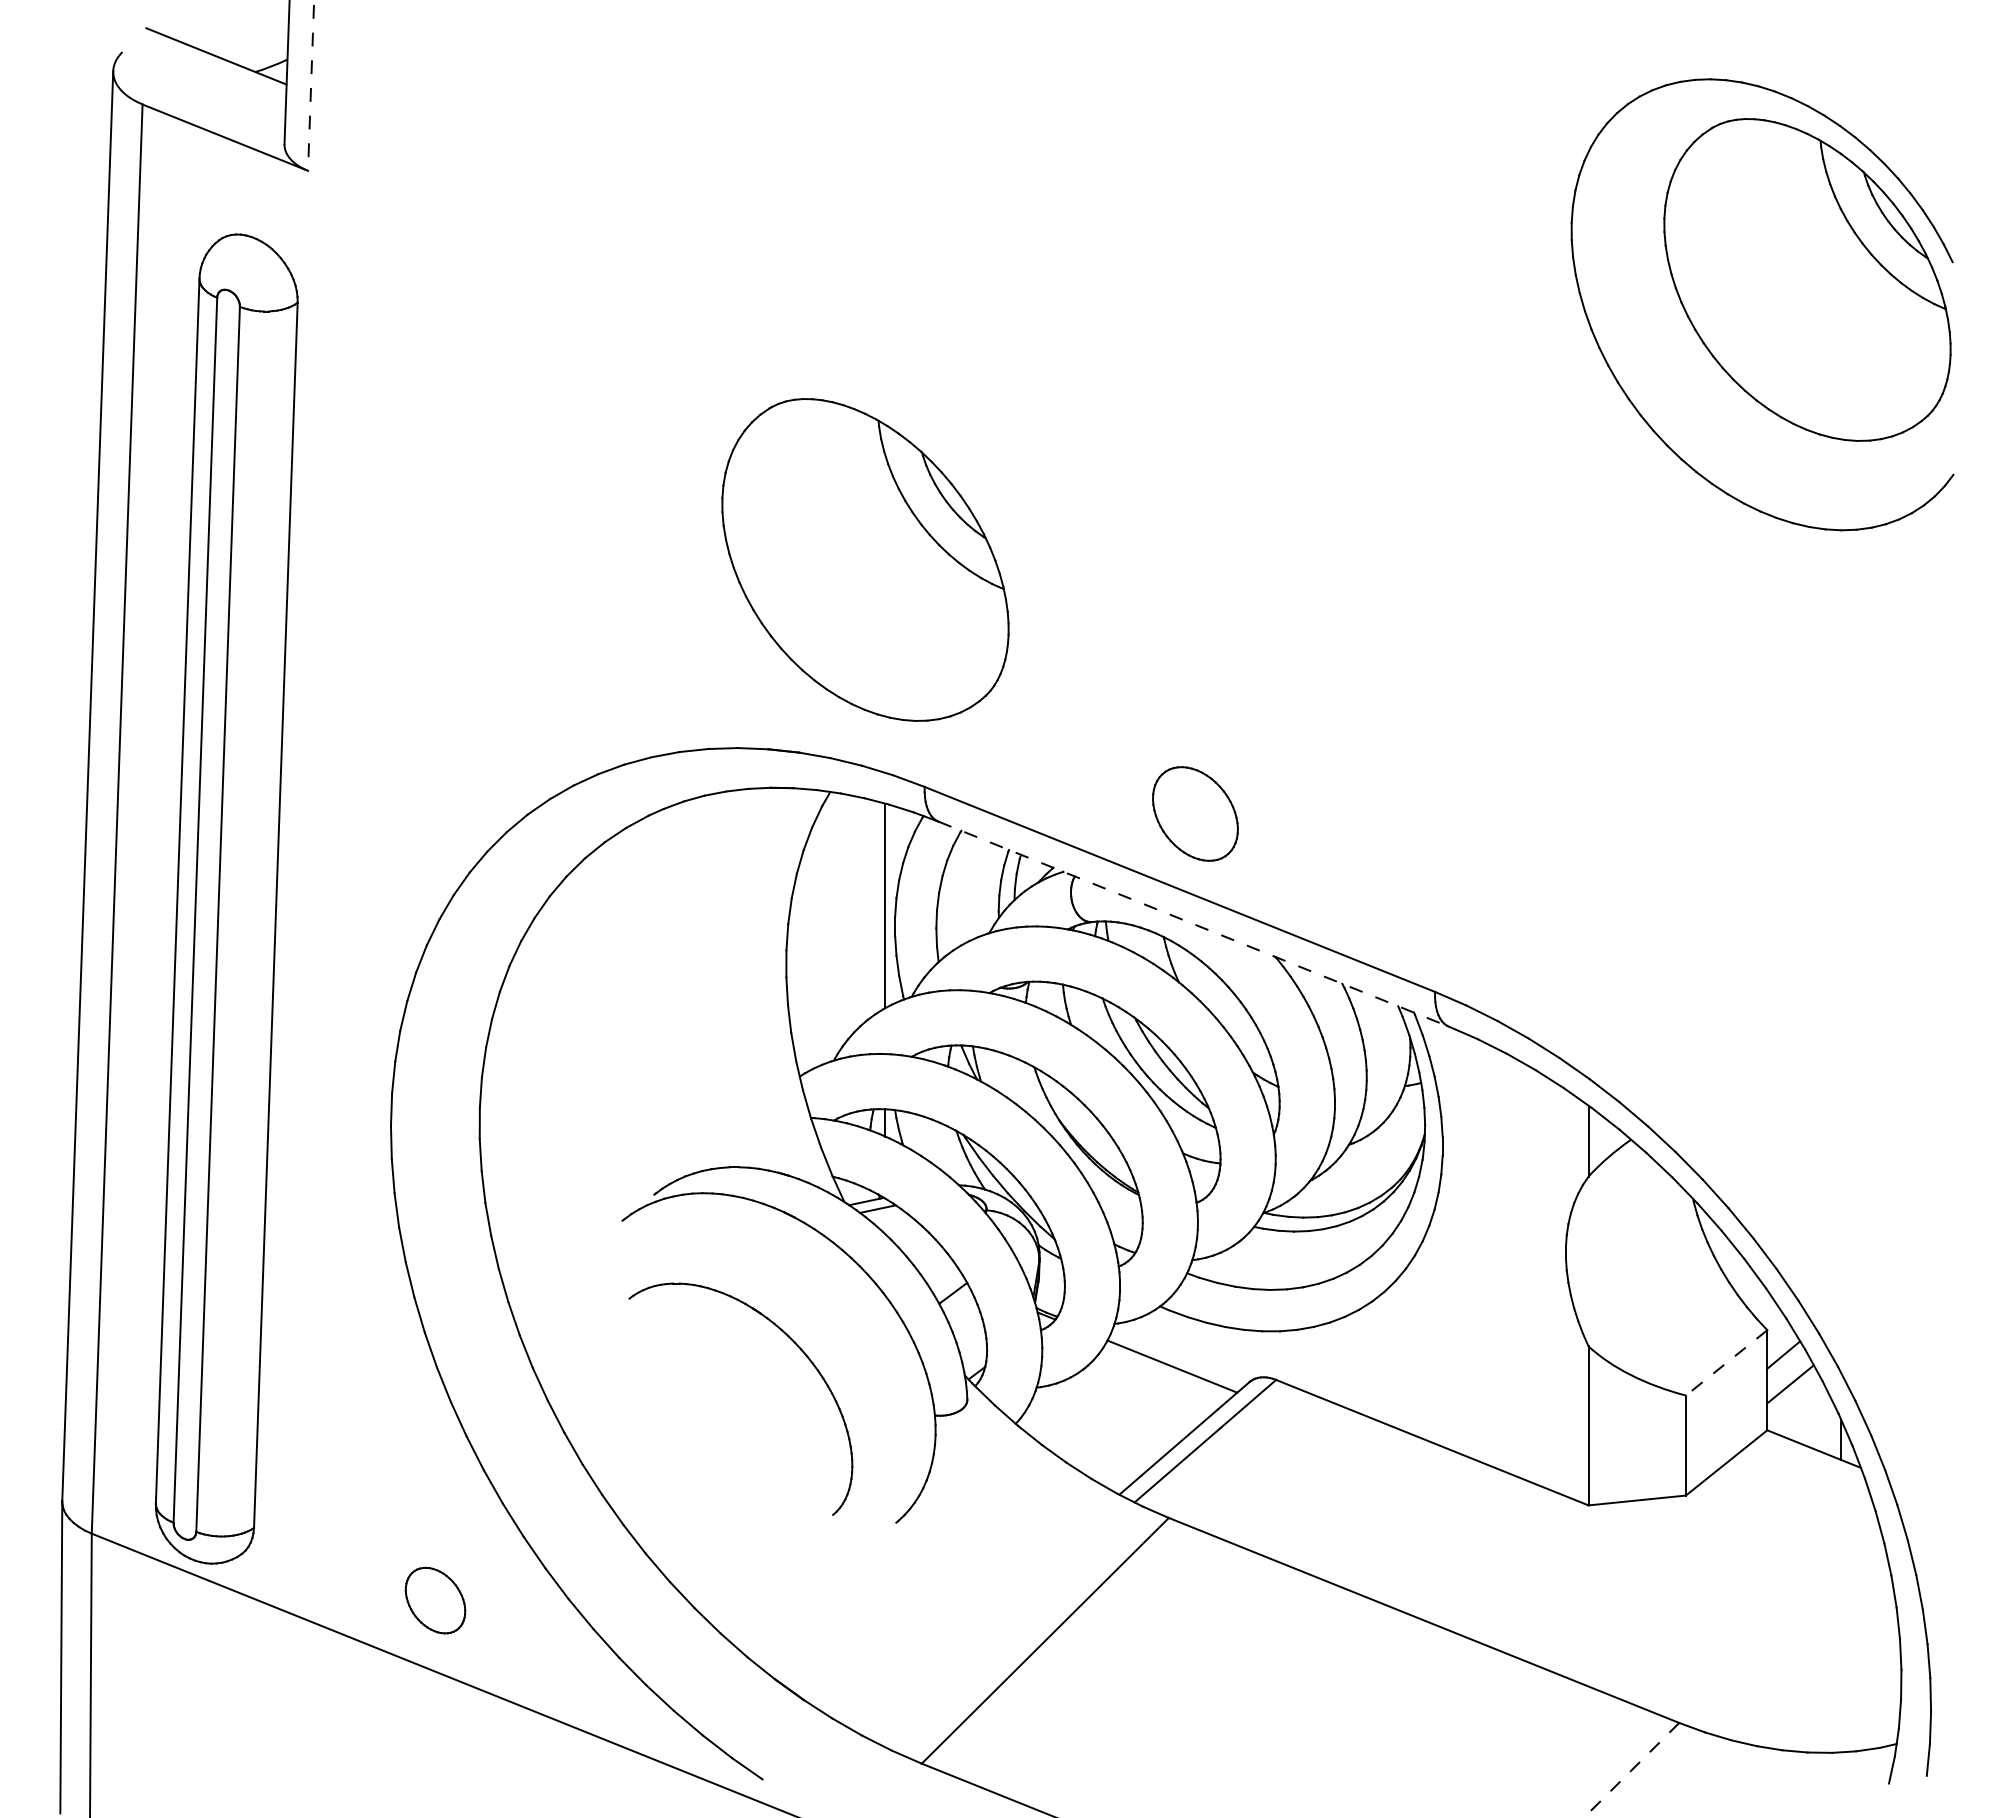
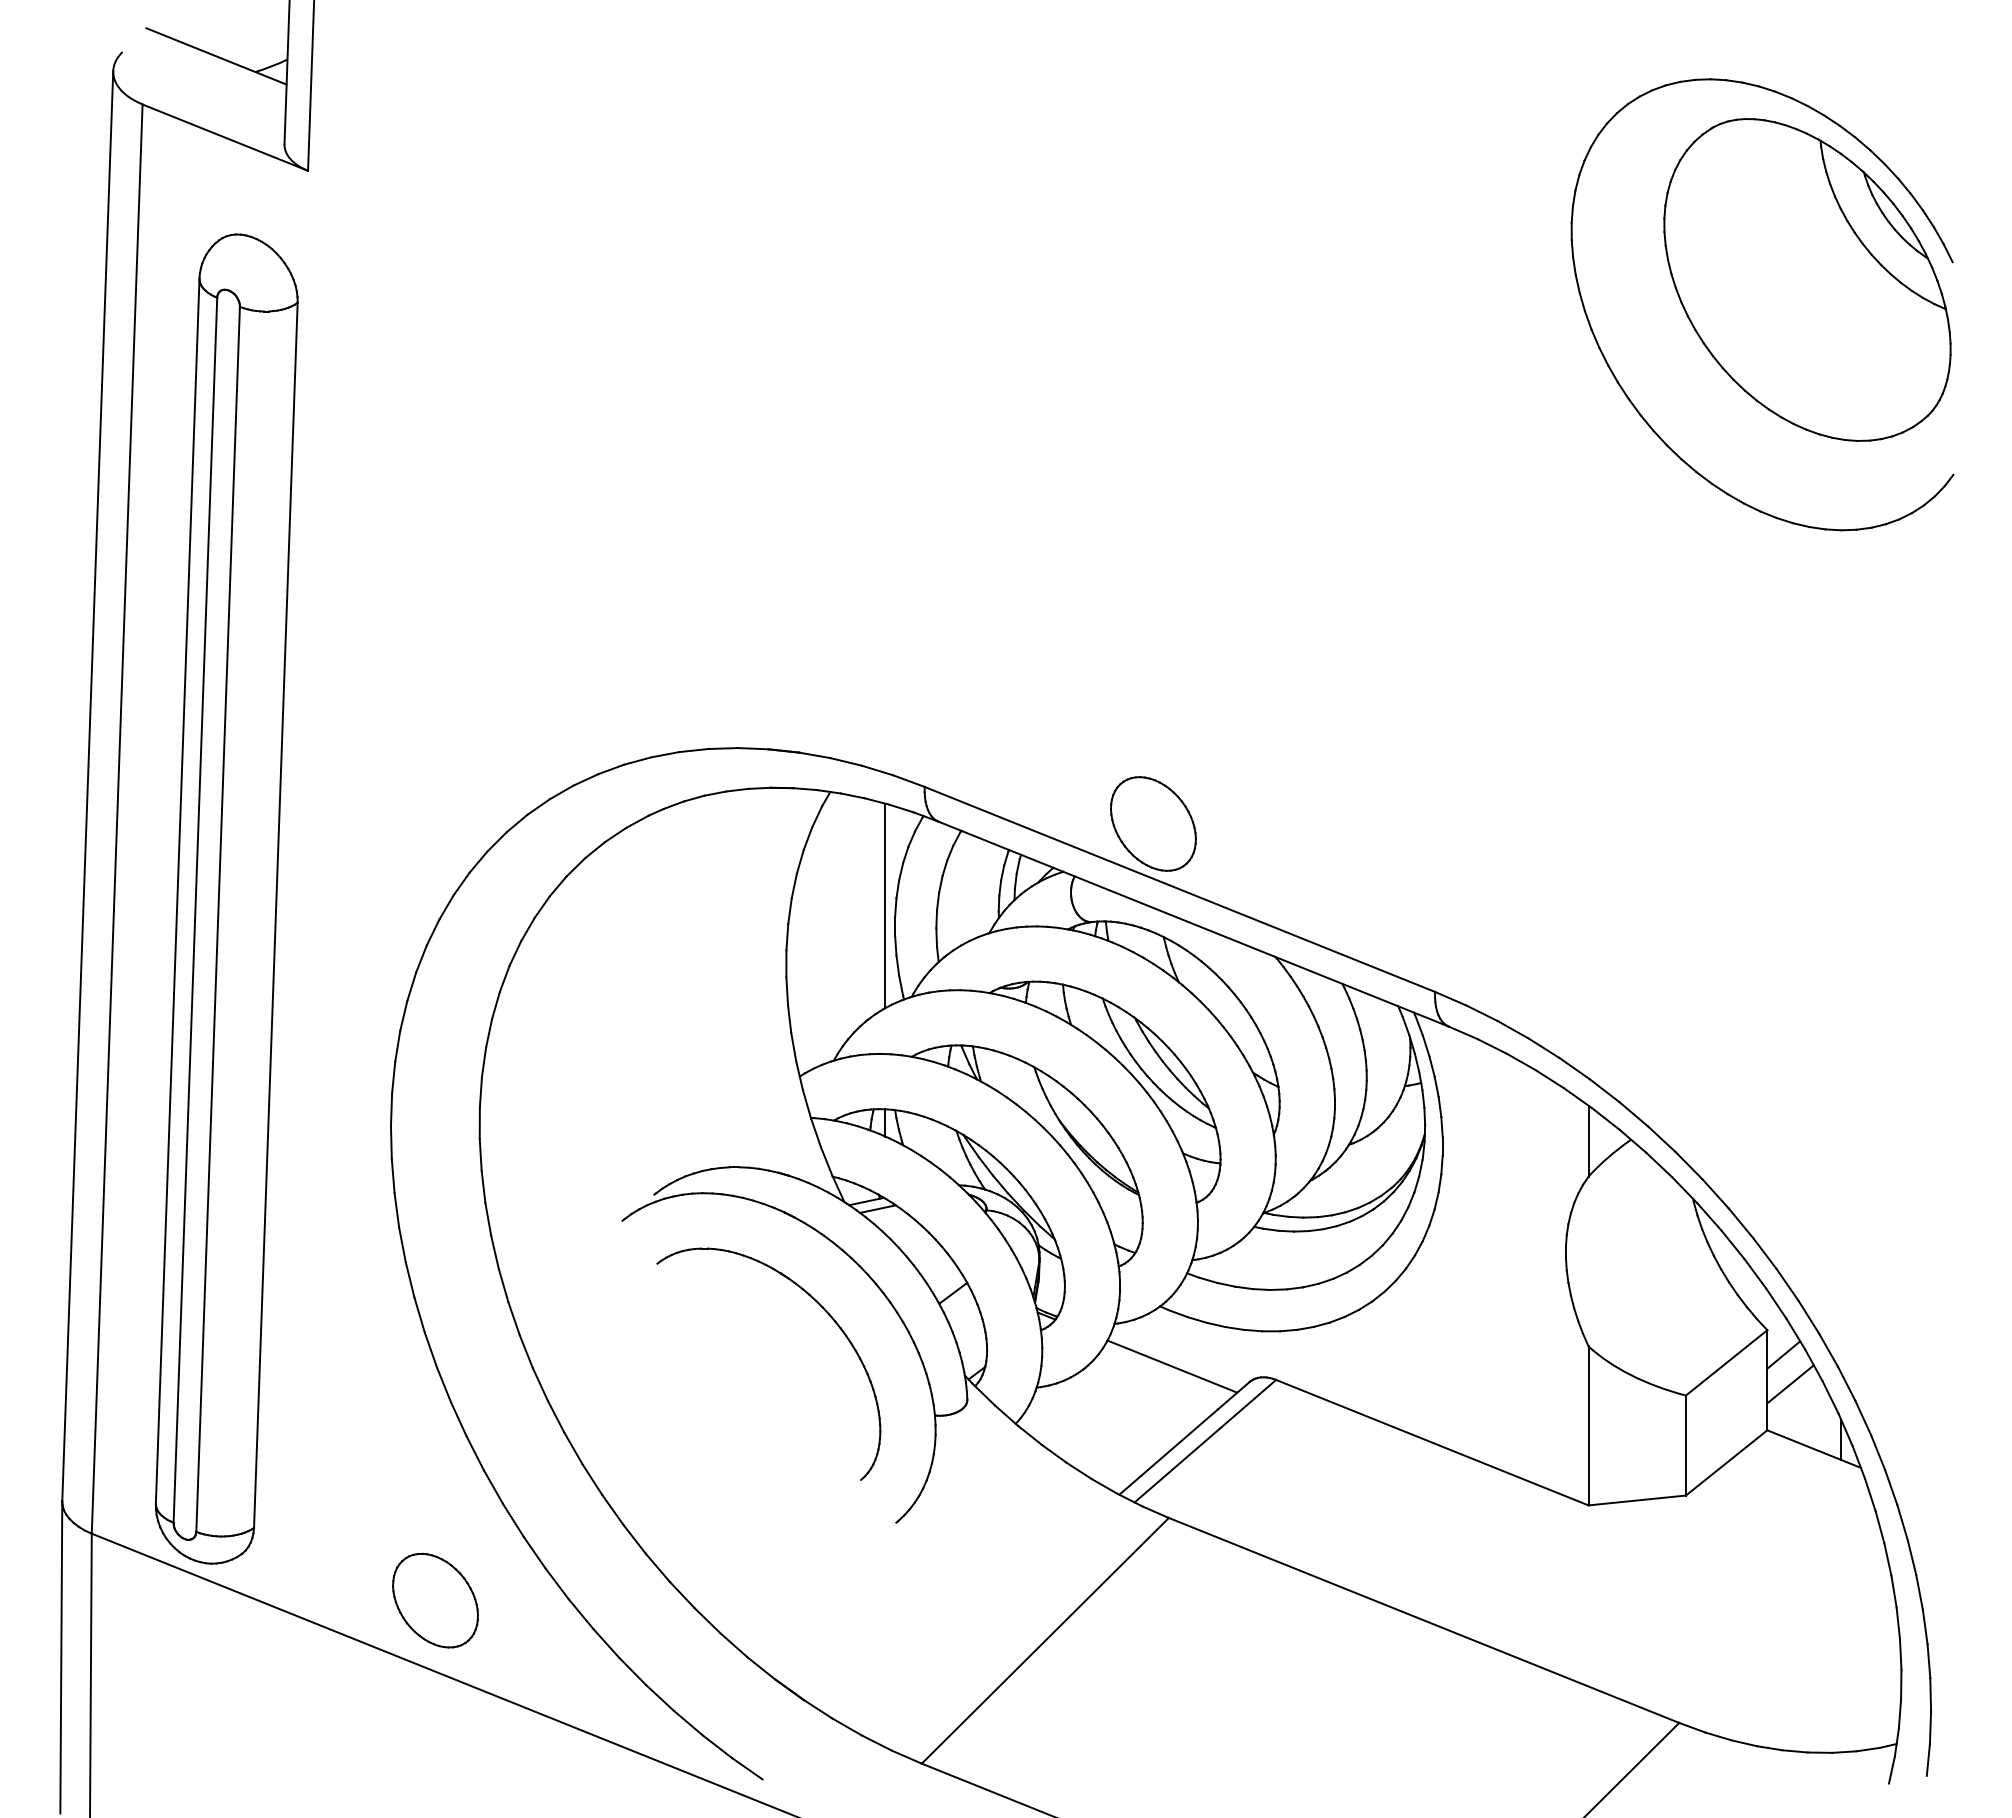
line at (311, 86): dashed -> solid
part at (865, 559): present -> none
part at (1195, 813) position: (1195, 813) -> (1153, 823)
line at (1194, 924): dashed -> solid
part at (799, 1349) position: (799, 1349) -> (827, 1314)
line at (1726, 1363): dashed -> solid
part at (435, 1600) size: 63x69 px -> 87x97 px
line at (1631, 1770): dashed -> solid
